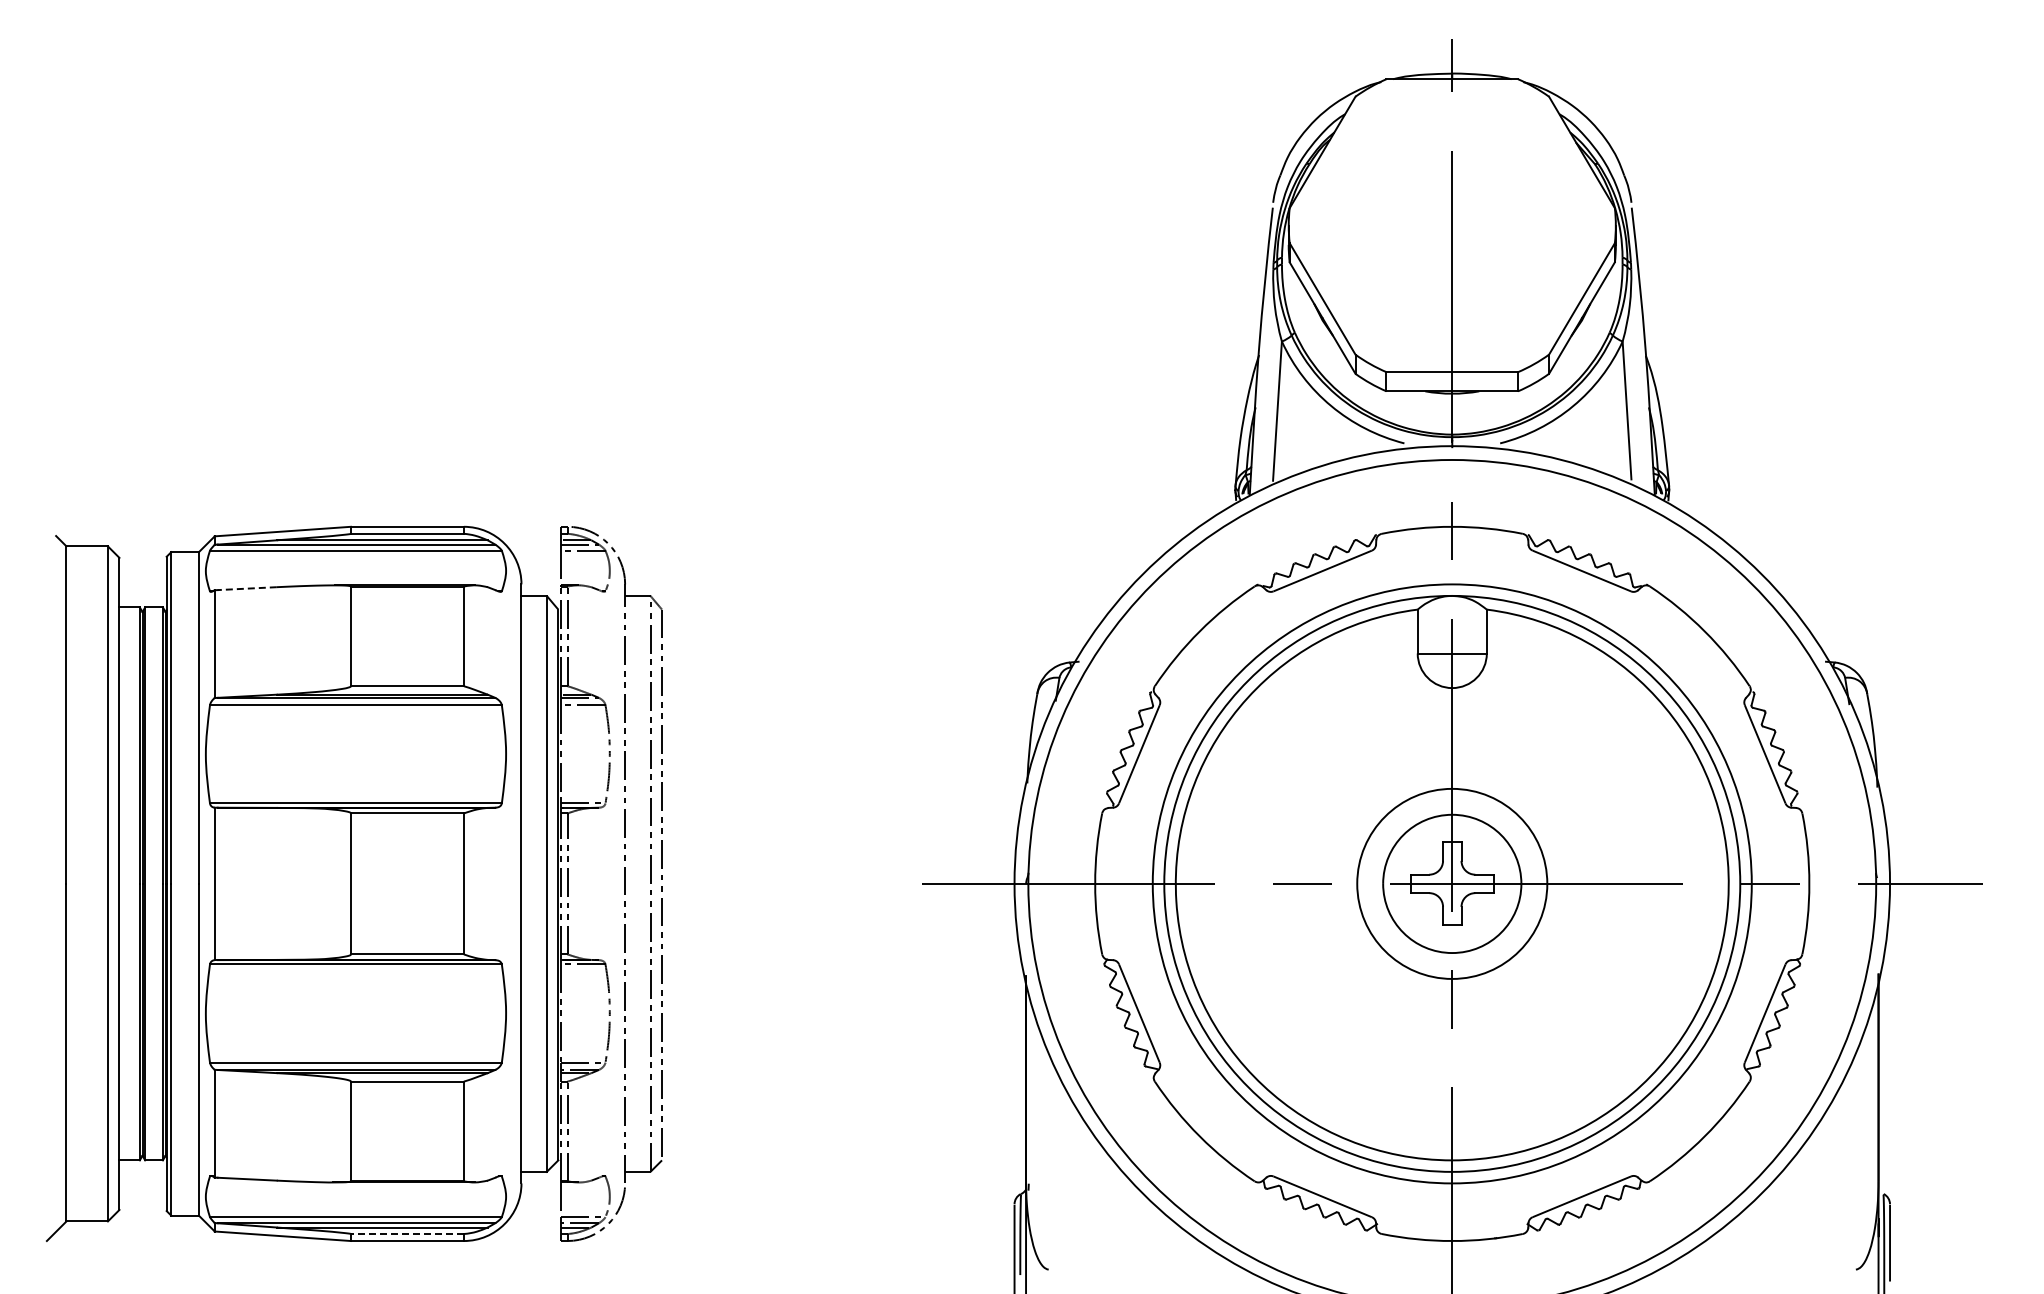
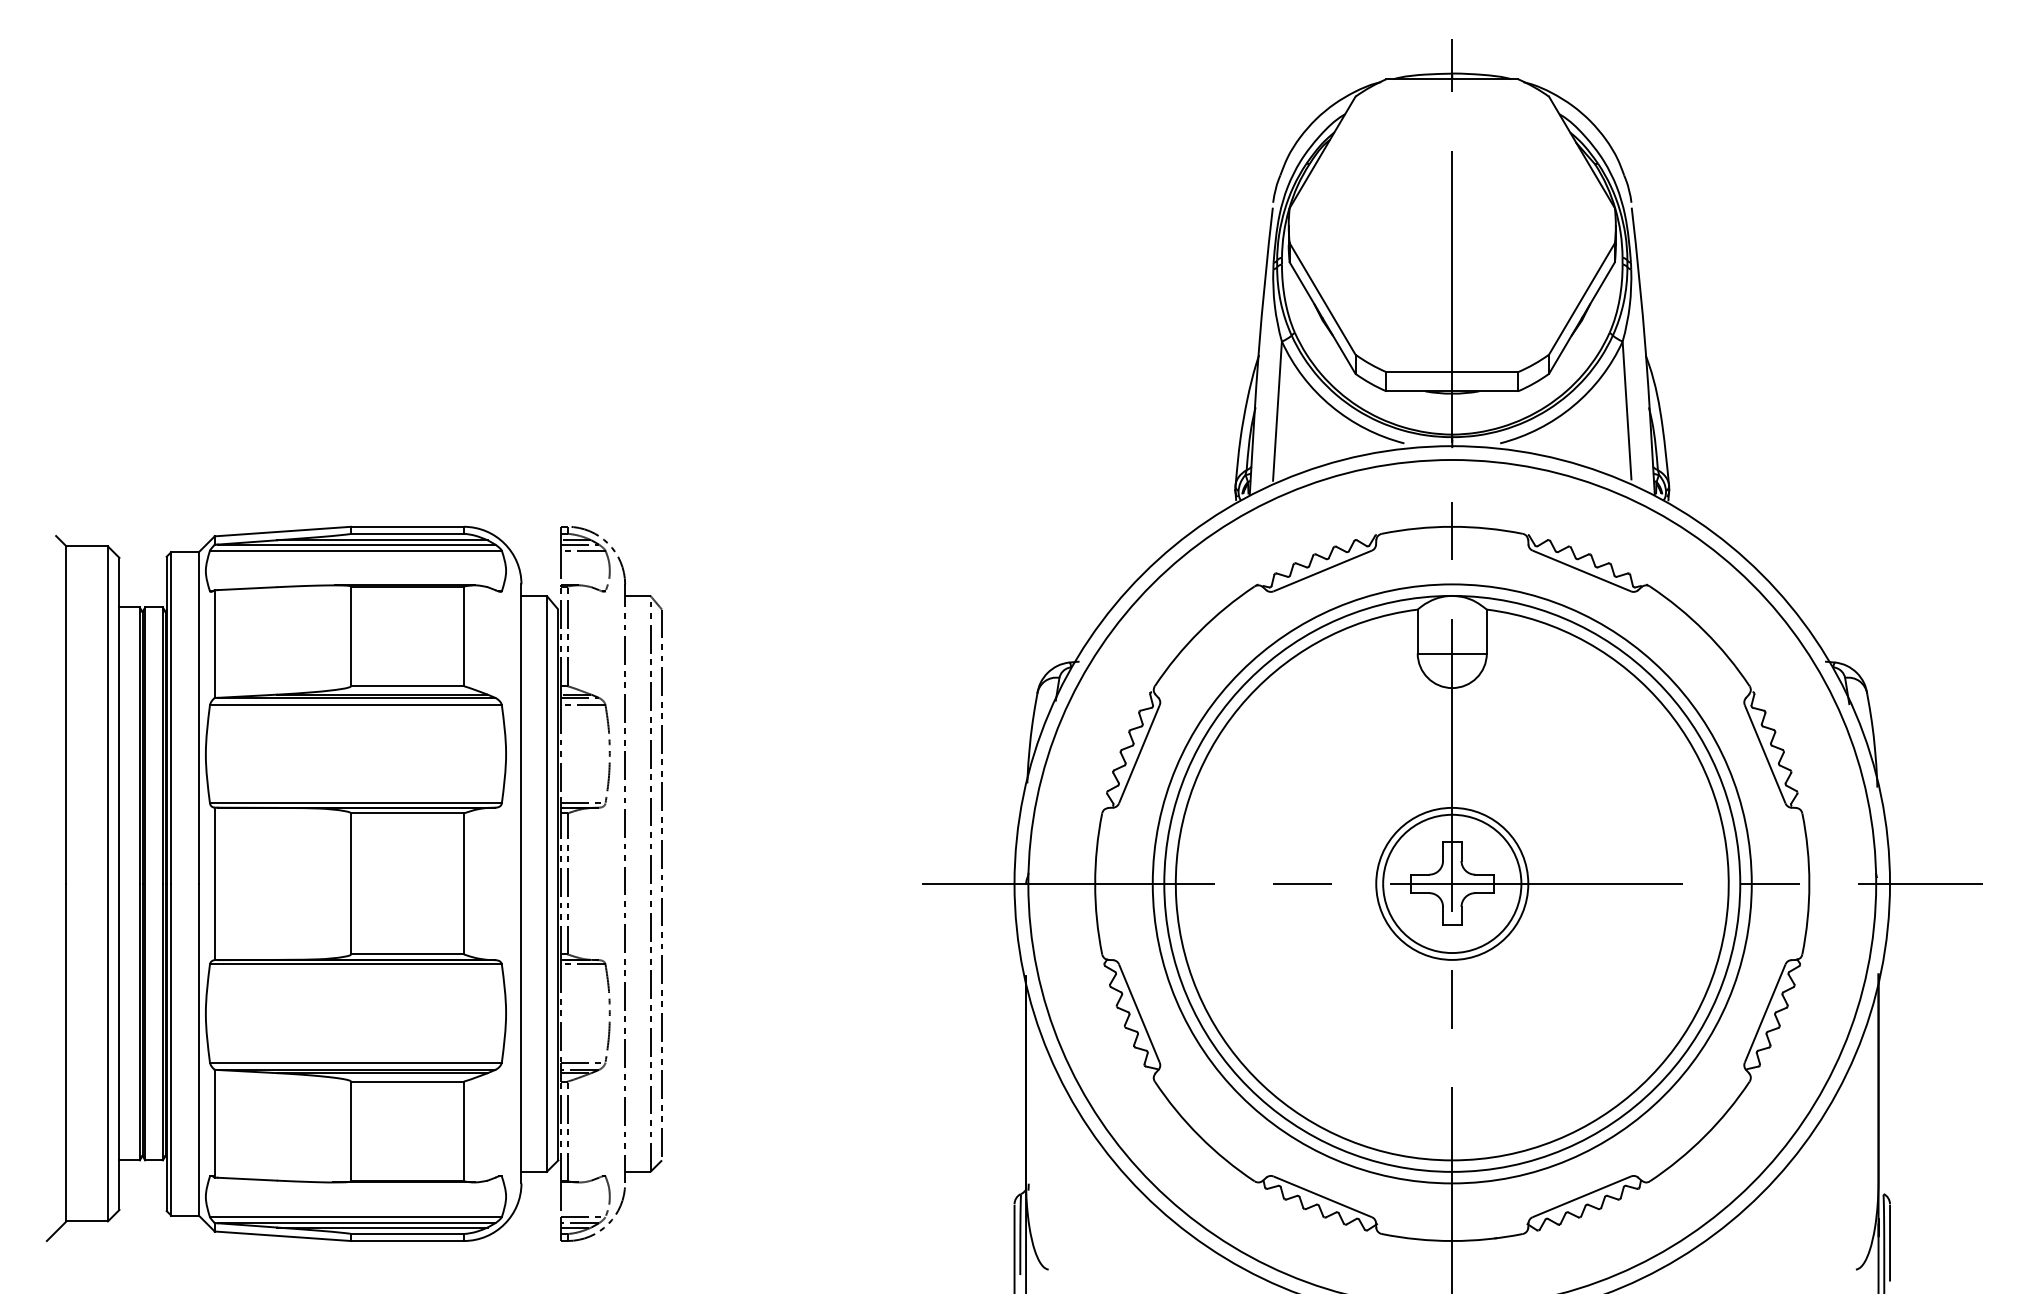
line at (247, 588): dashed -> solid
circle at (1452, 883) diameter: 190 px -> 152 px
line at (406, 1233): dashed -> solid
